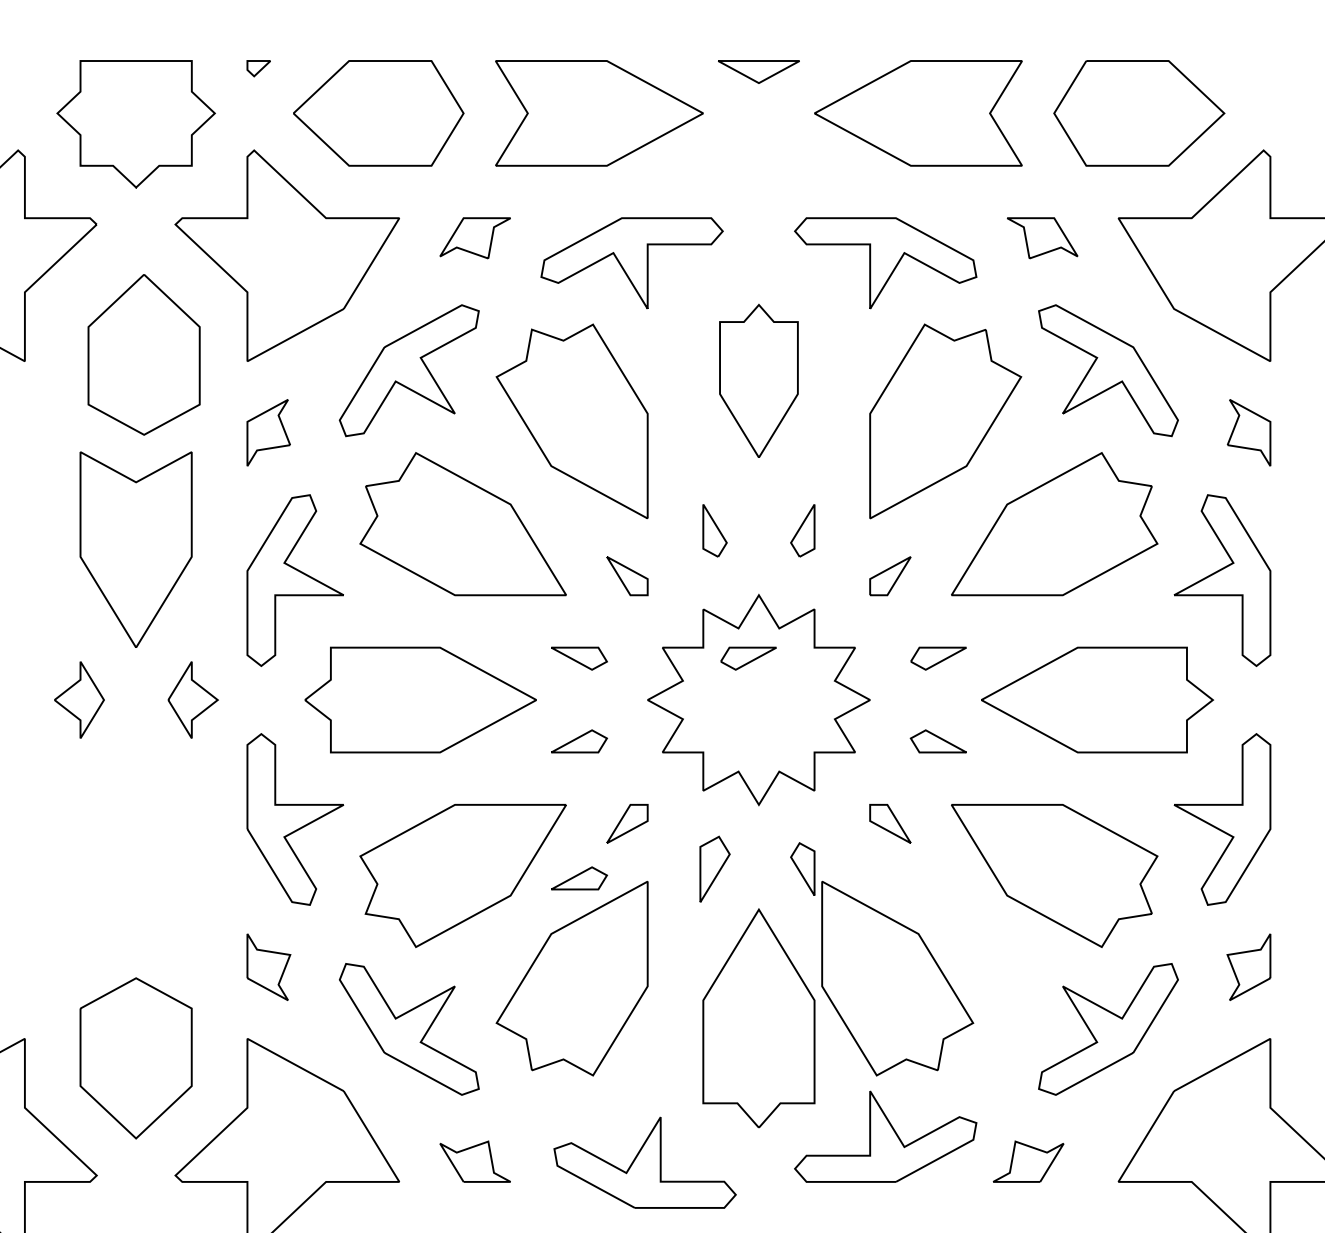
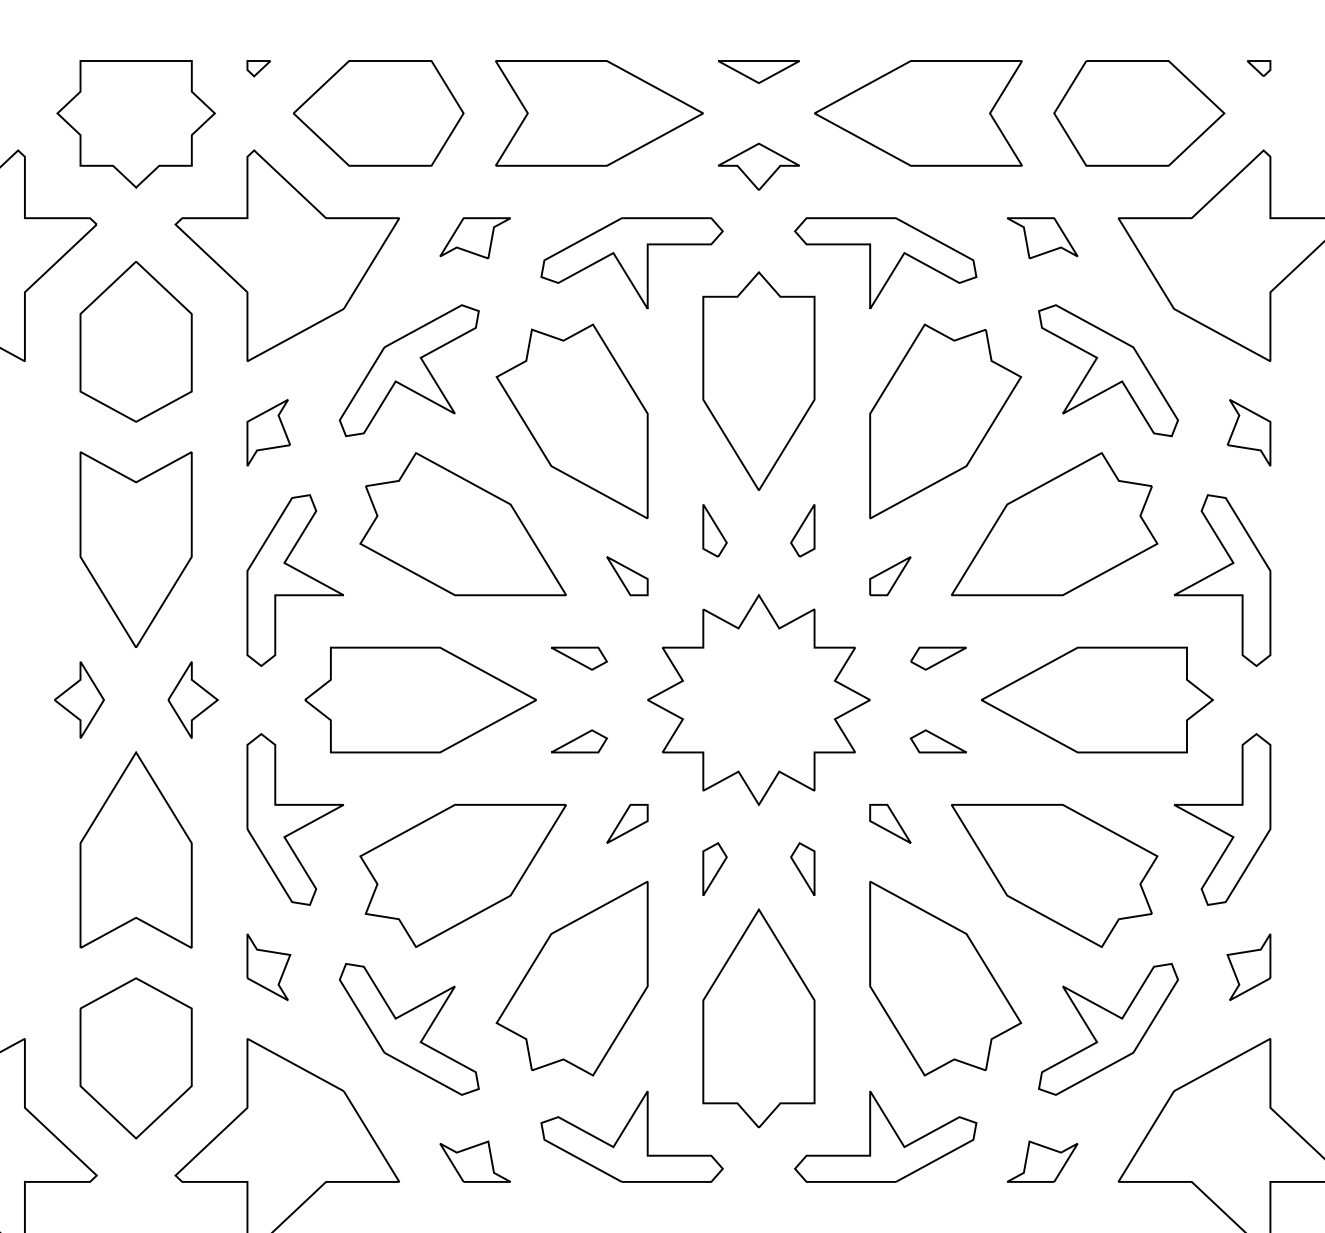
part at (1258, 68): none -> present
part at (758, 166): none -> present
part at (143, 354) position: (143, 354) -> (135, 341)
part at (758, 380) size: 80x155 px -> 114x220 px
part at (748, 658): present -> none
part at (135, 849): none -> present
part at (714, 868) size: 32x68 px -> 26x54 px
part at (579, 878): present -> none
part at (897, 978) position: (897, 978) -> (945, 978)
part at (1028, 1161) position: (1028, 1161) -> (1042, 1161)
part at (644, 1162) position: (644, 1162) -> (631, 1136)
